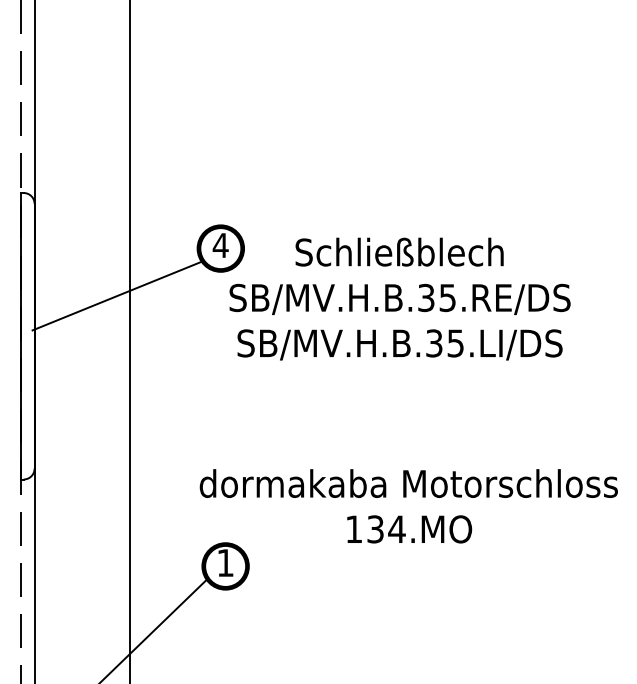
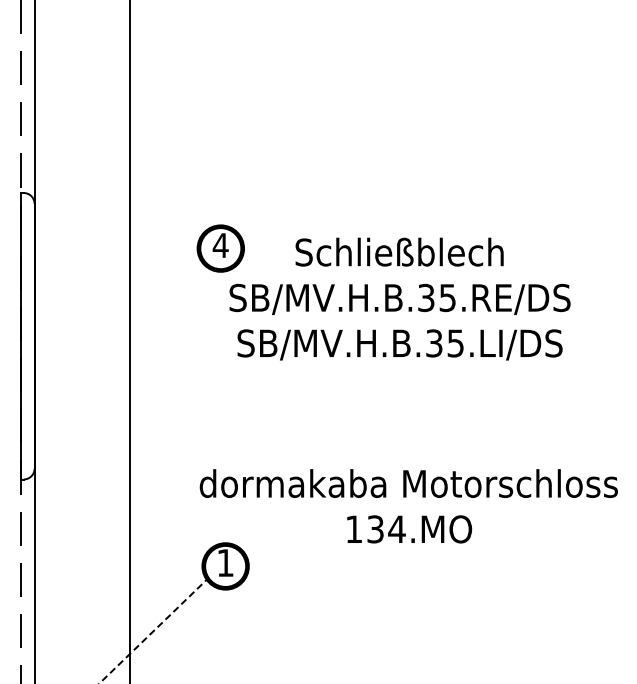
line at (116, 295): present -> none
line at (152, 631): solid -> dashed
